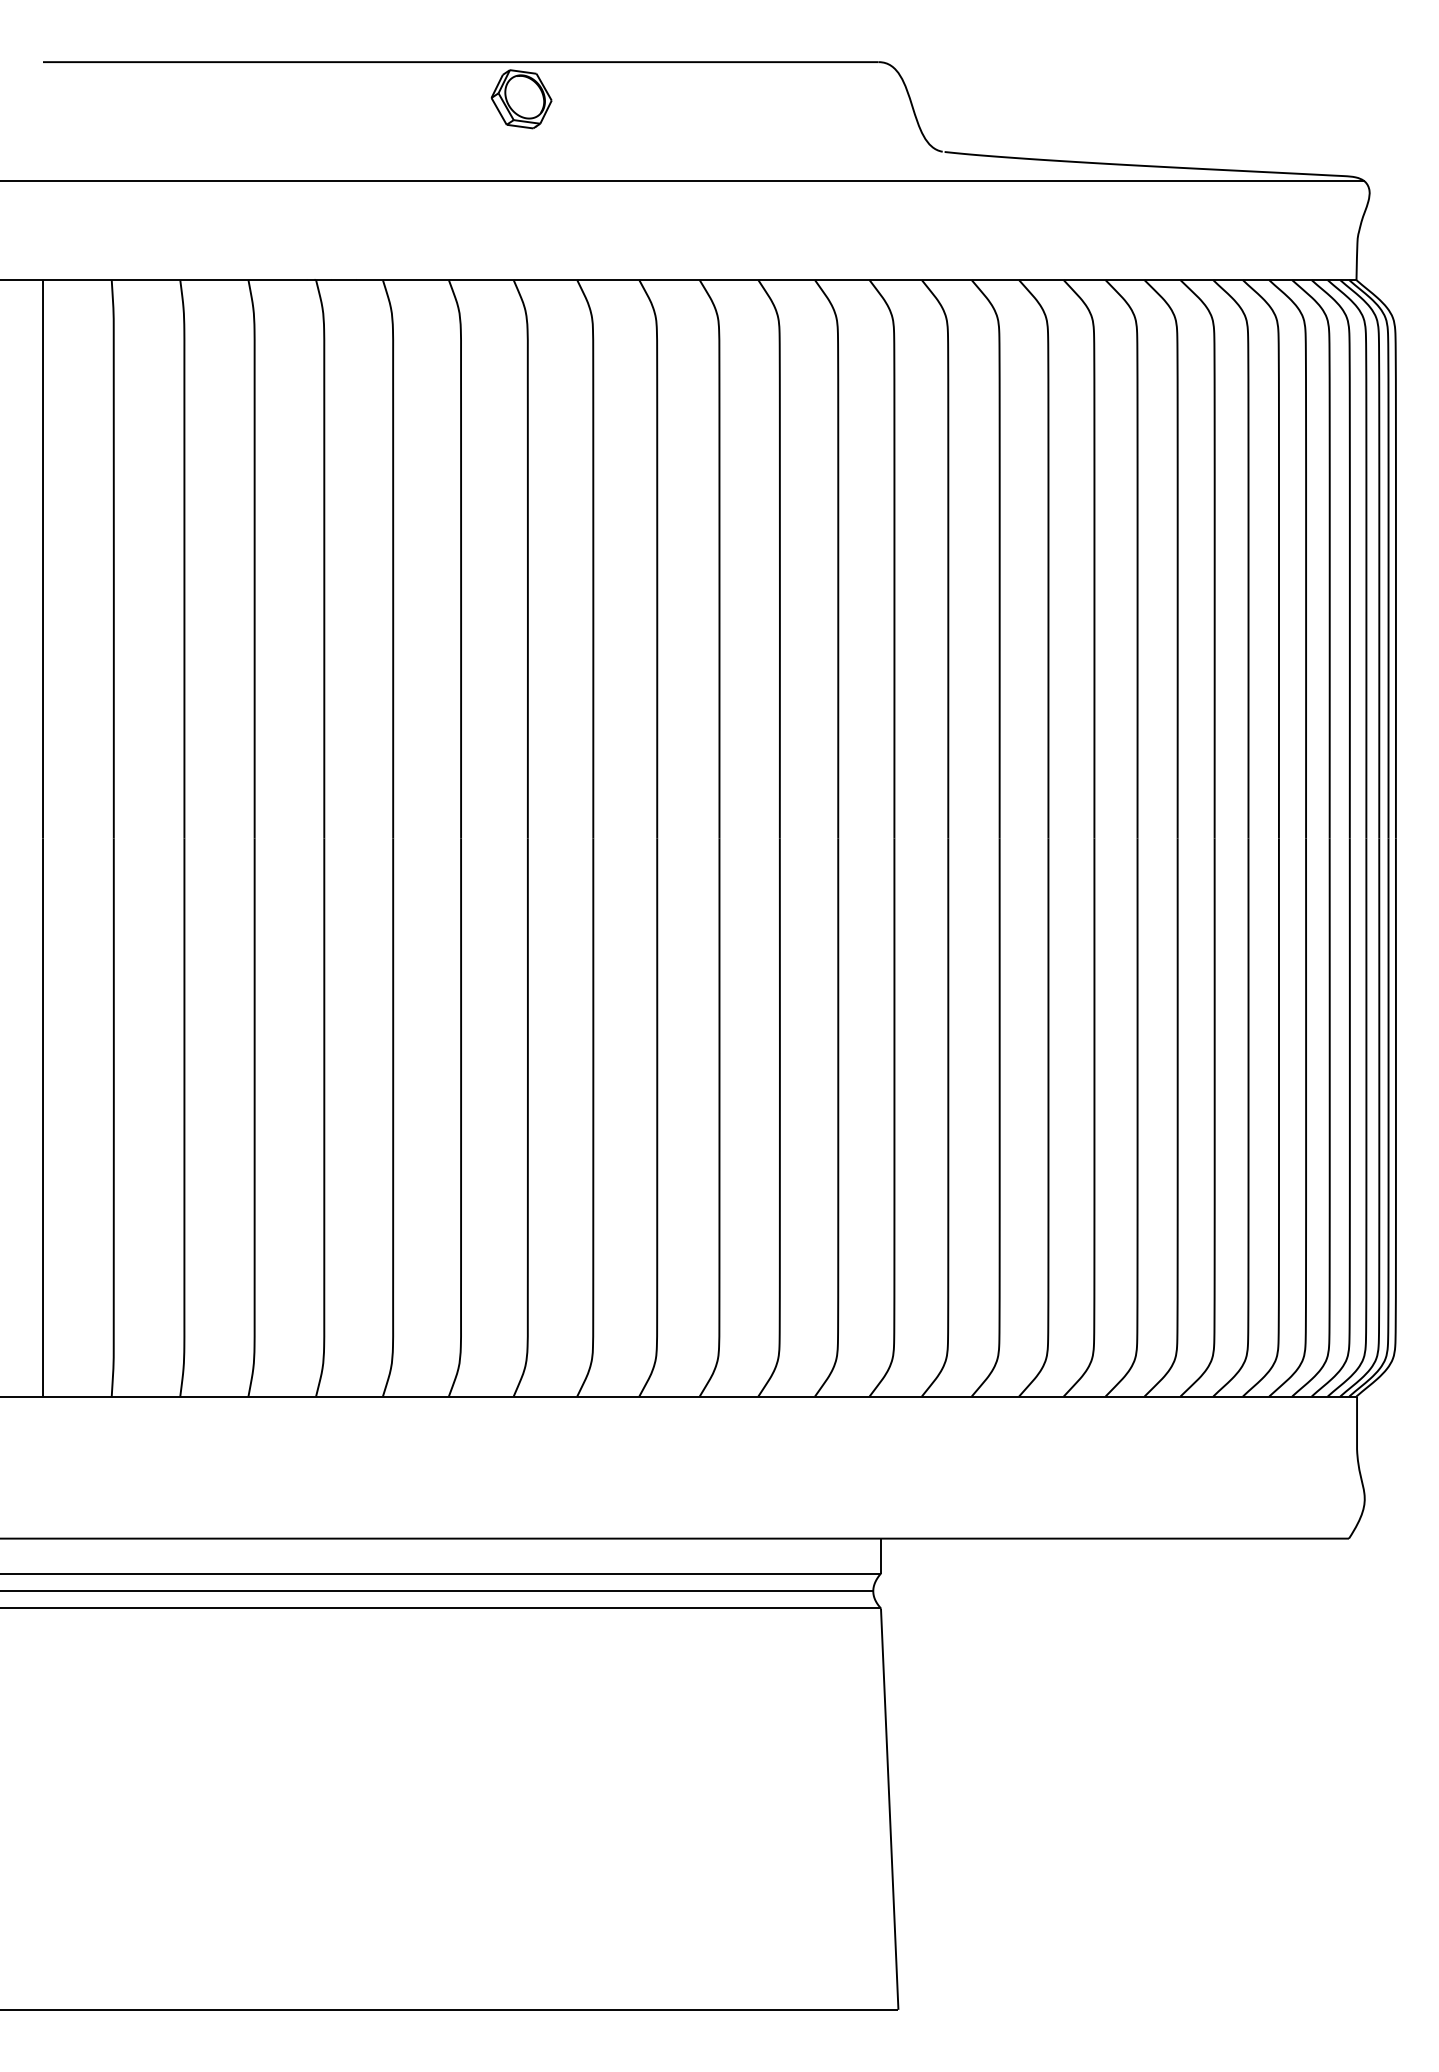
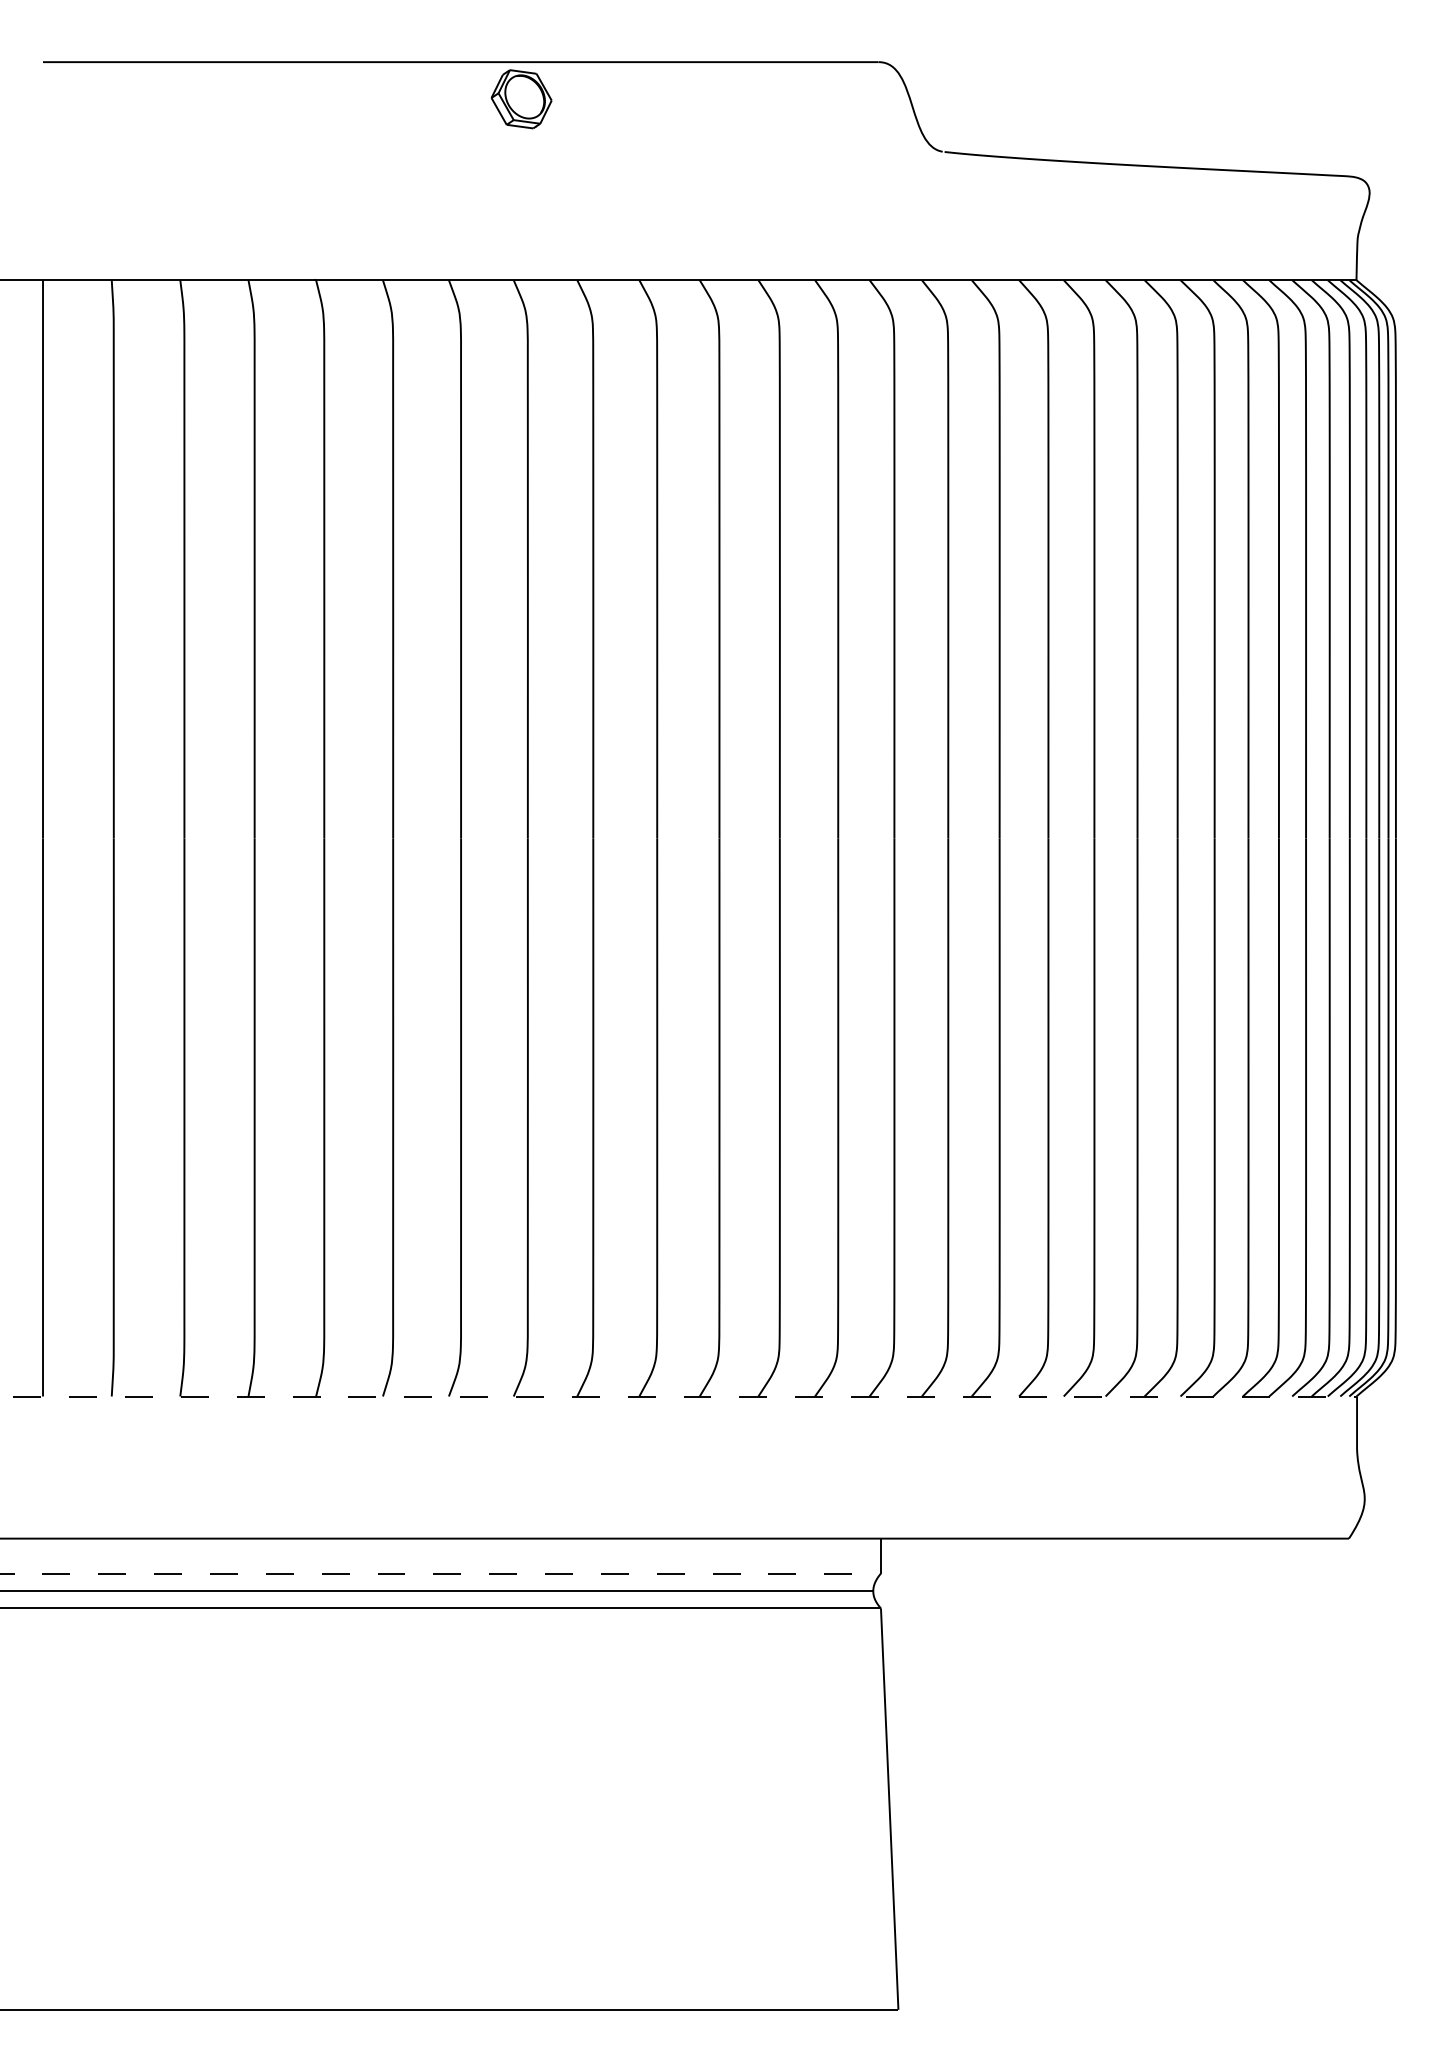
line at (683, 181): present -> none
line at (678, 1396): solid -> dashed
line at (441, 1573): solid -> dashed
